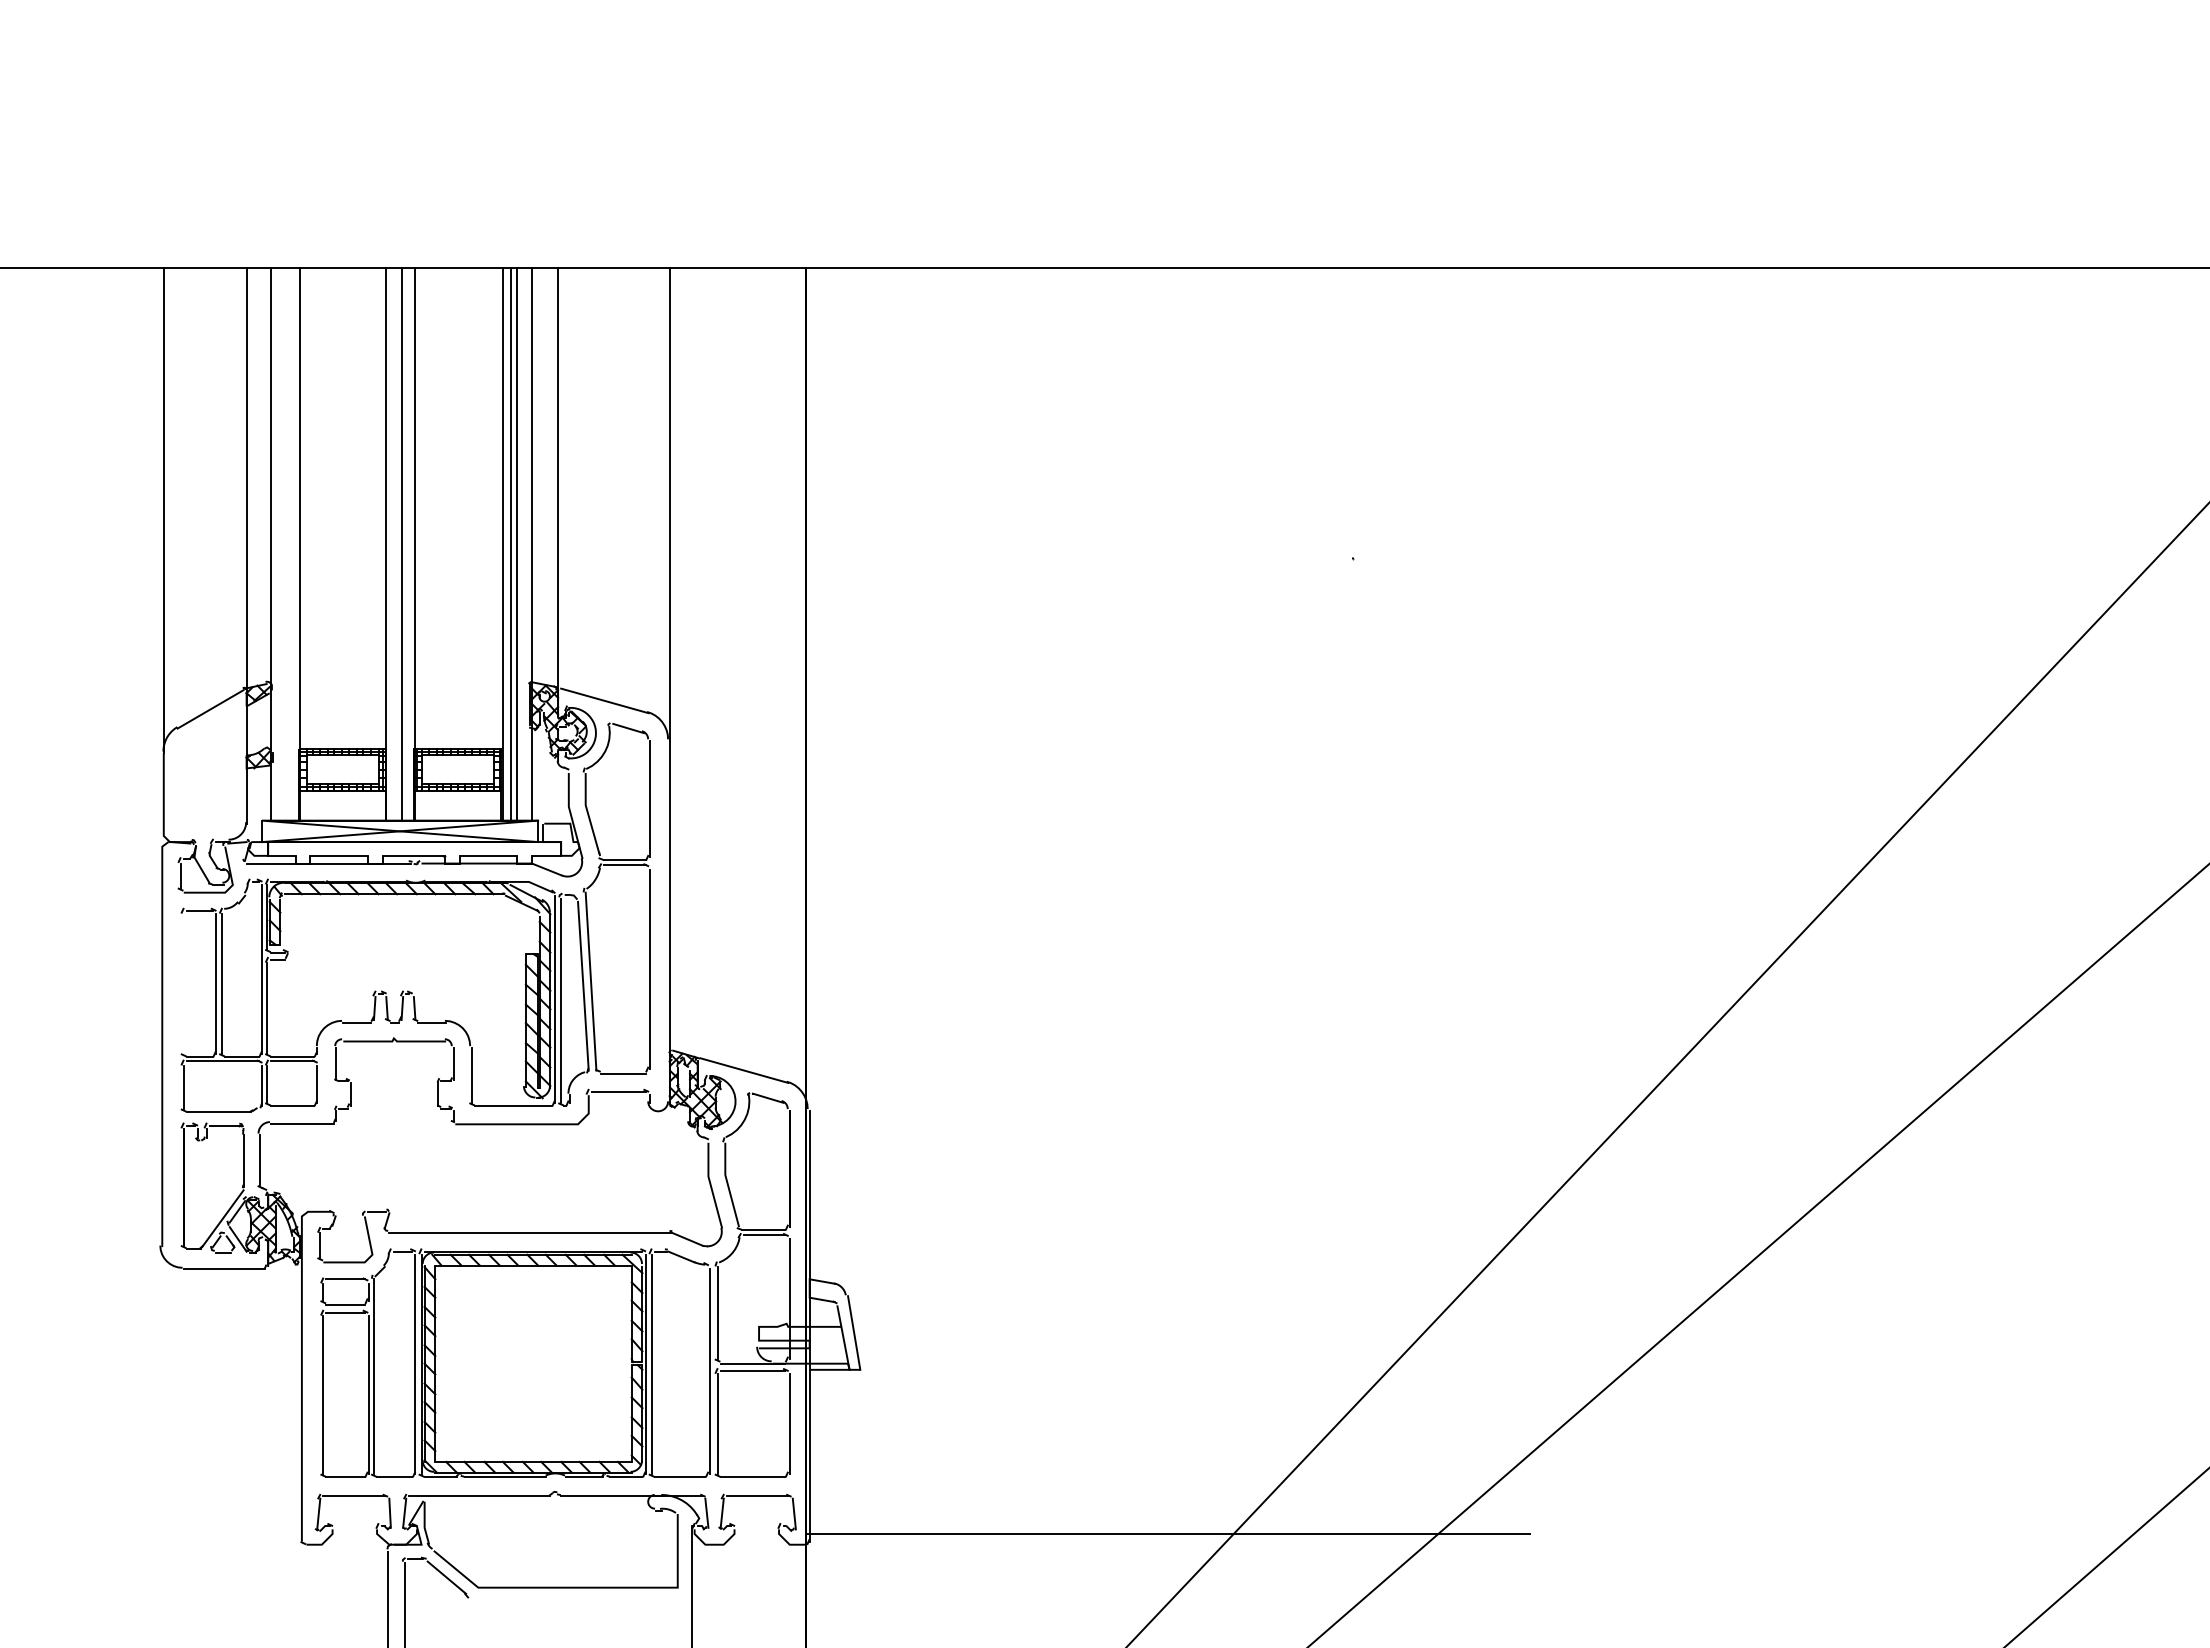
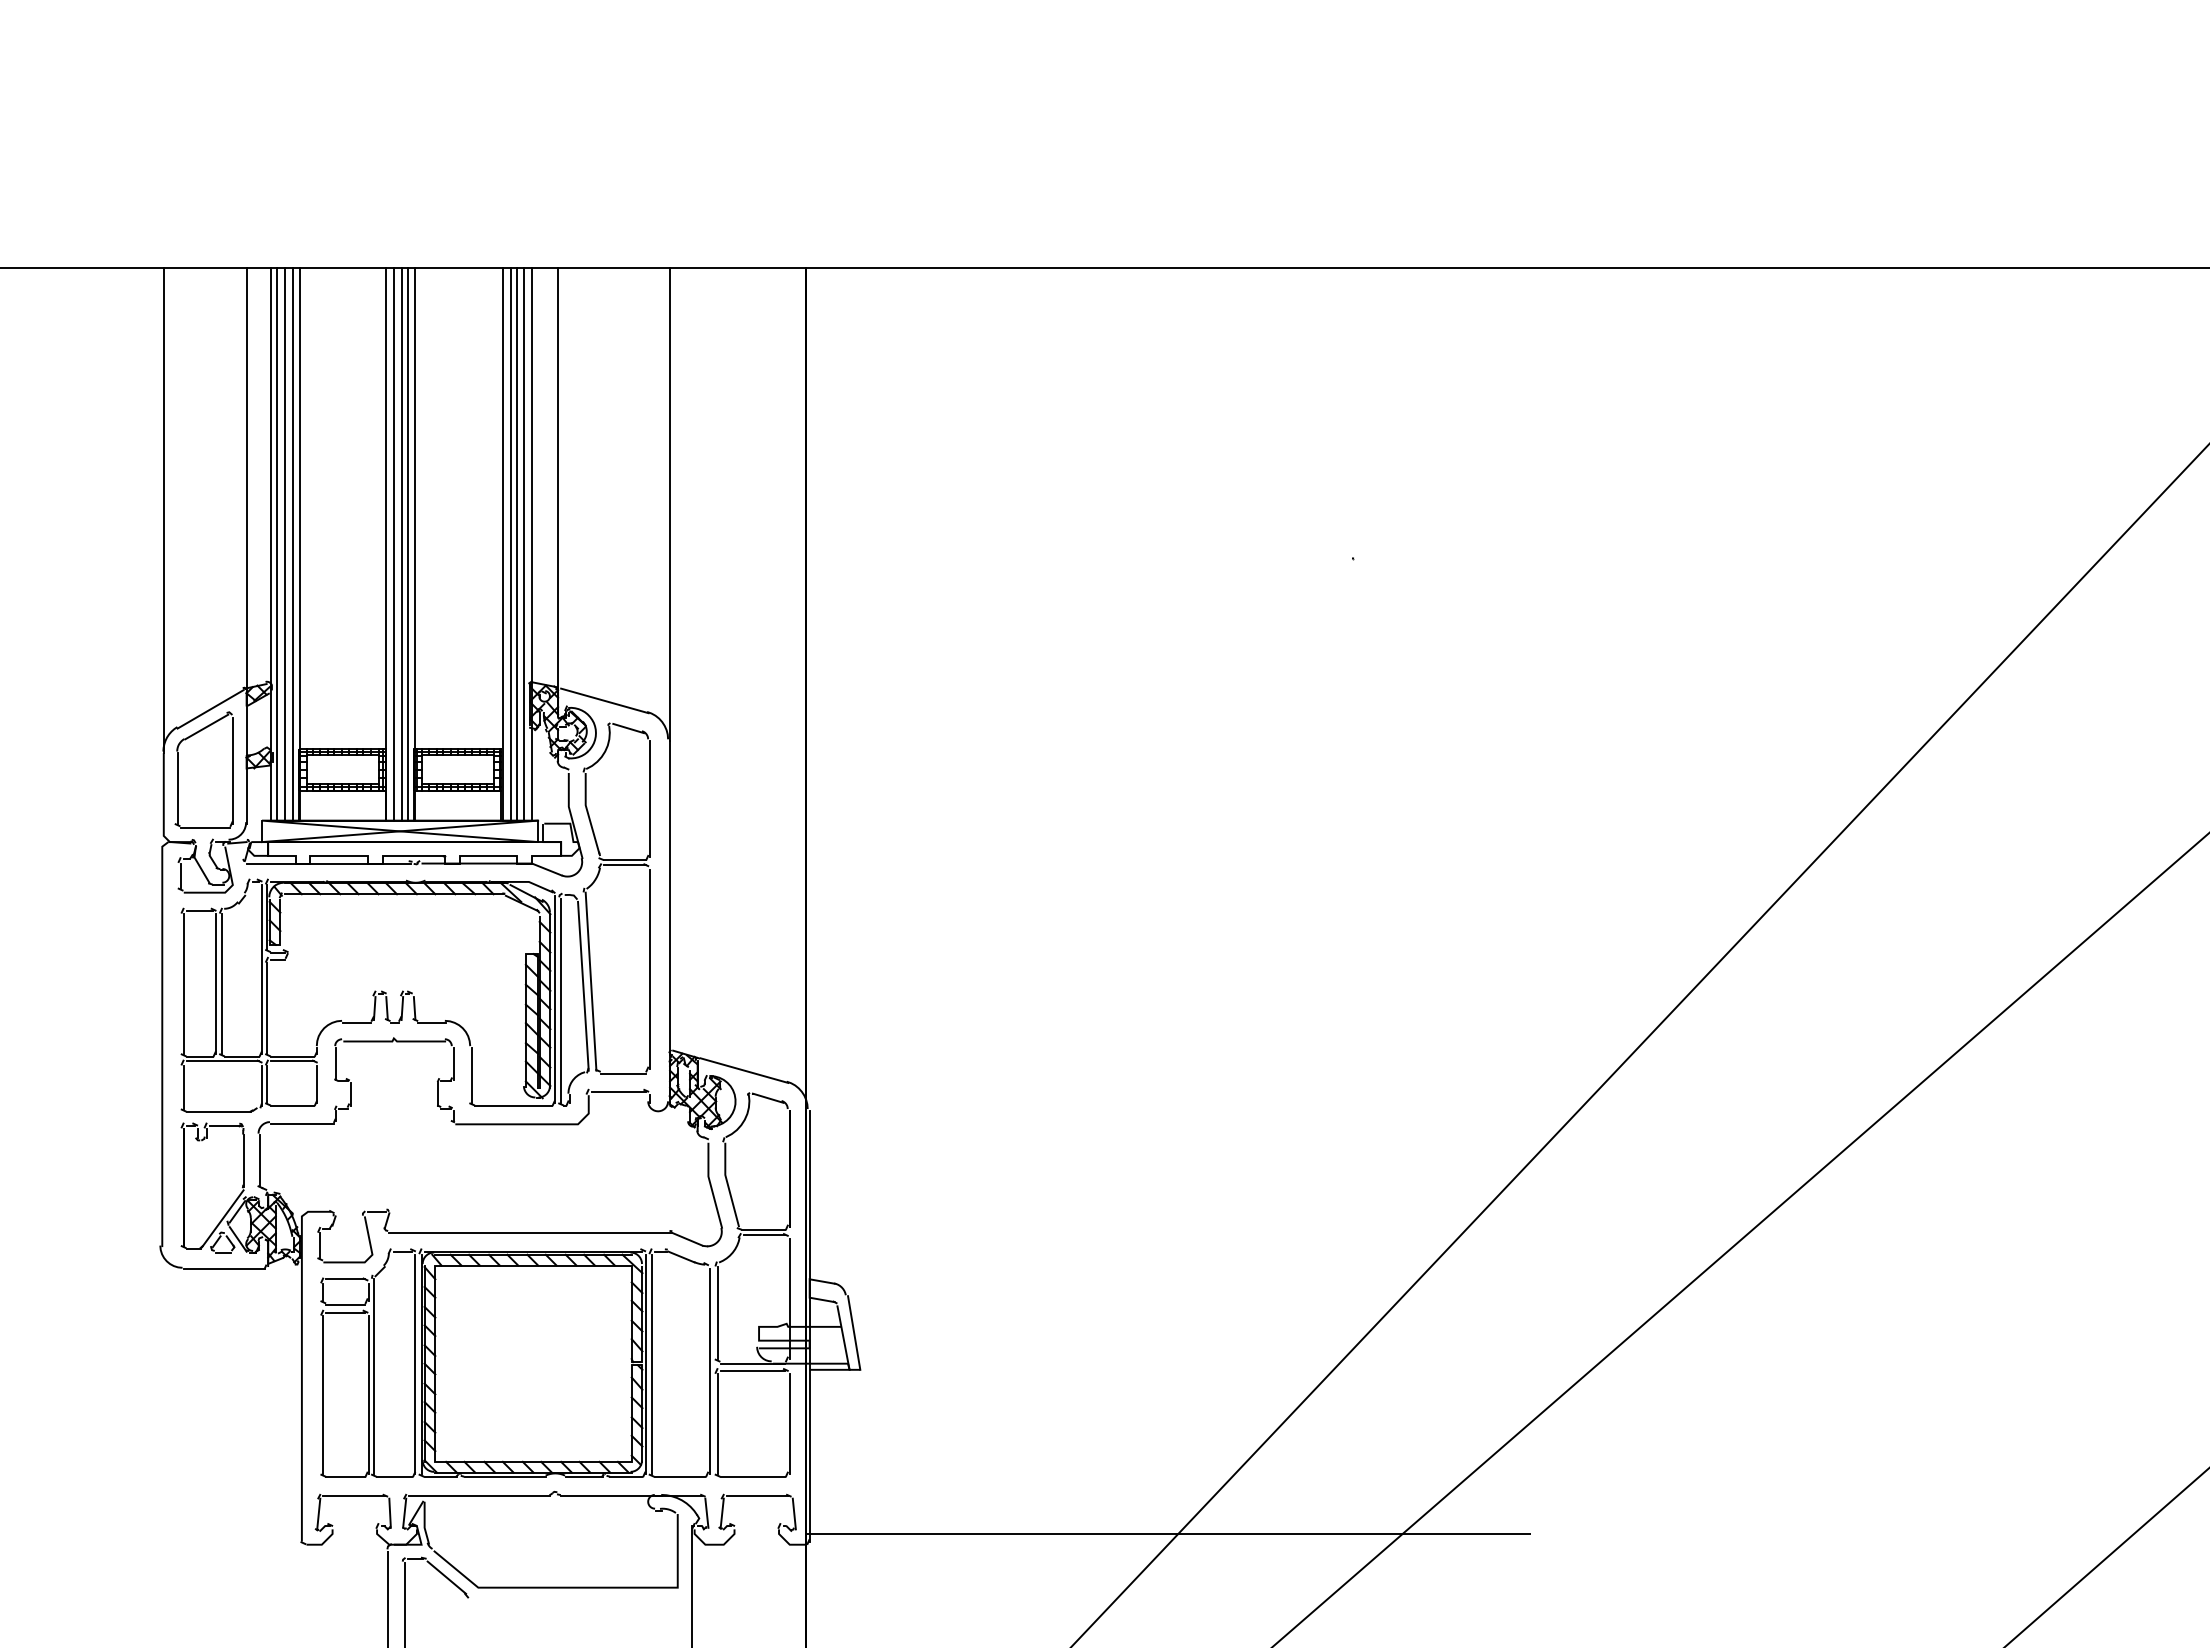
line at (277, 543): none -> present
line at (285, 543): none -> present
line at (292, 543): none -> present
line at (393, 543): none -> present
line at (407, 543): none -> present
line at (524, 543): none -> present
part at (178, 769): none -> present
line at (183, 983): none -> present
line at (1667, 1074) position: (1667, 1074) -> (1639, 1045)
line at (1758, 1255) position: (1758, 1255) -> (1740, 1239)
